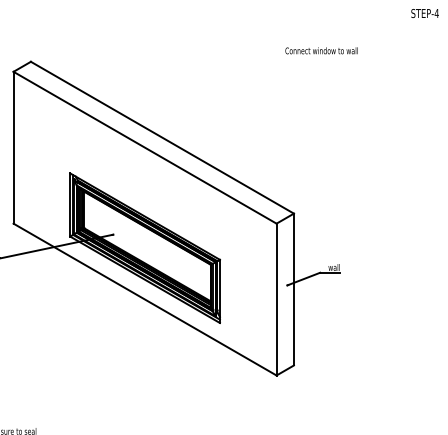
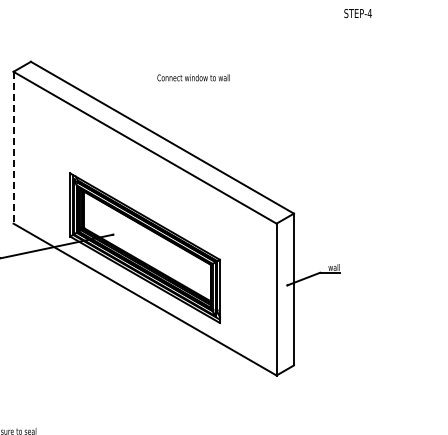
text at (424, 13) position: (424, 13) -> (357, 13)
text at (321, 50) position: (321, 50) -> (193, 77)
line at (13, 147): solid -> dashed
